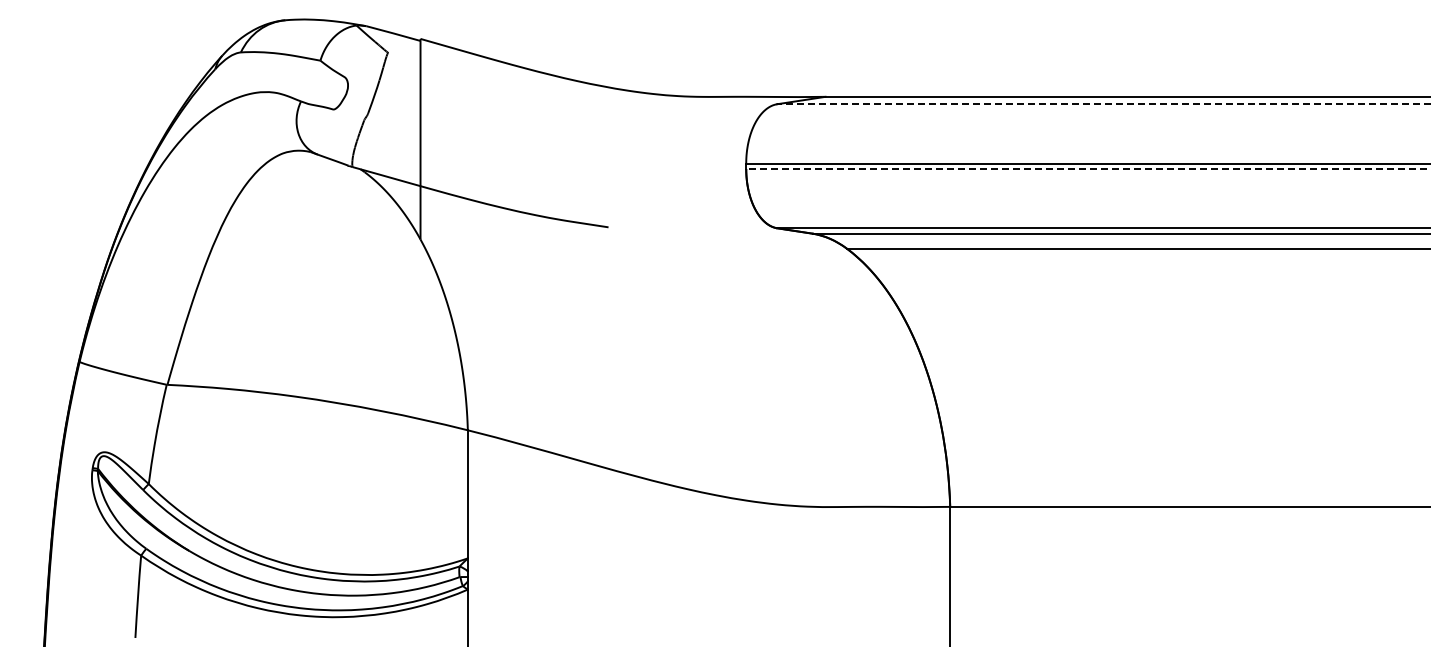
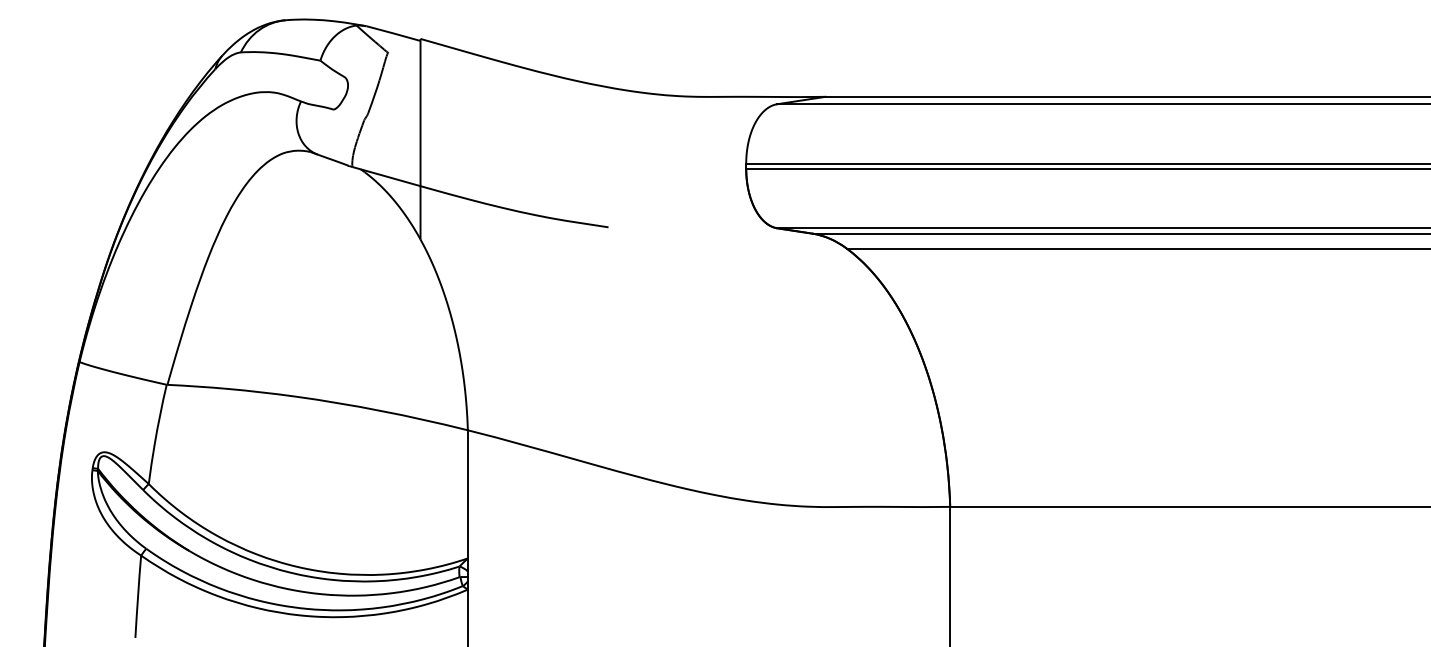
line at (1103, 104): dashed -> solid
line at (1088, 169): dashed -> solid
